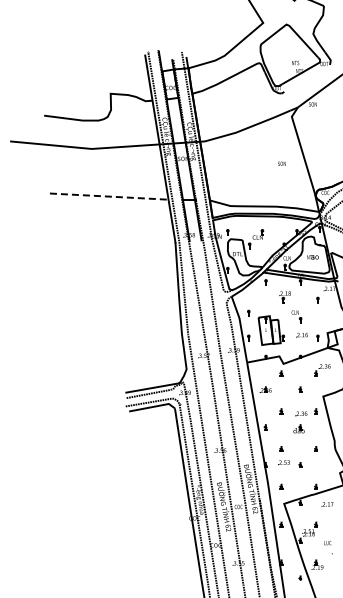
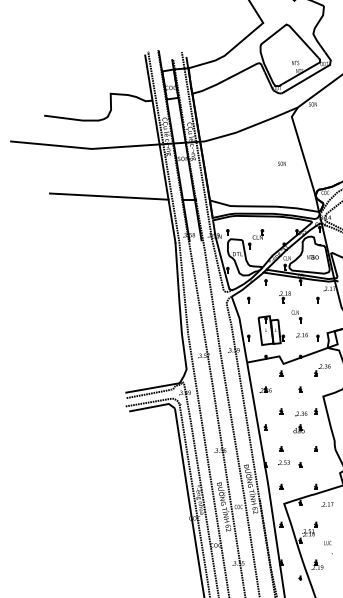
line at (307, 77): none -> present
line at (109, 196): dashed -> solid
part at (248, 312) position: (248, 312) -> (248, 299)
